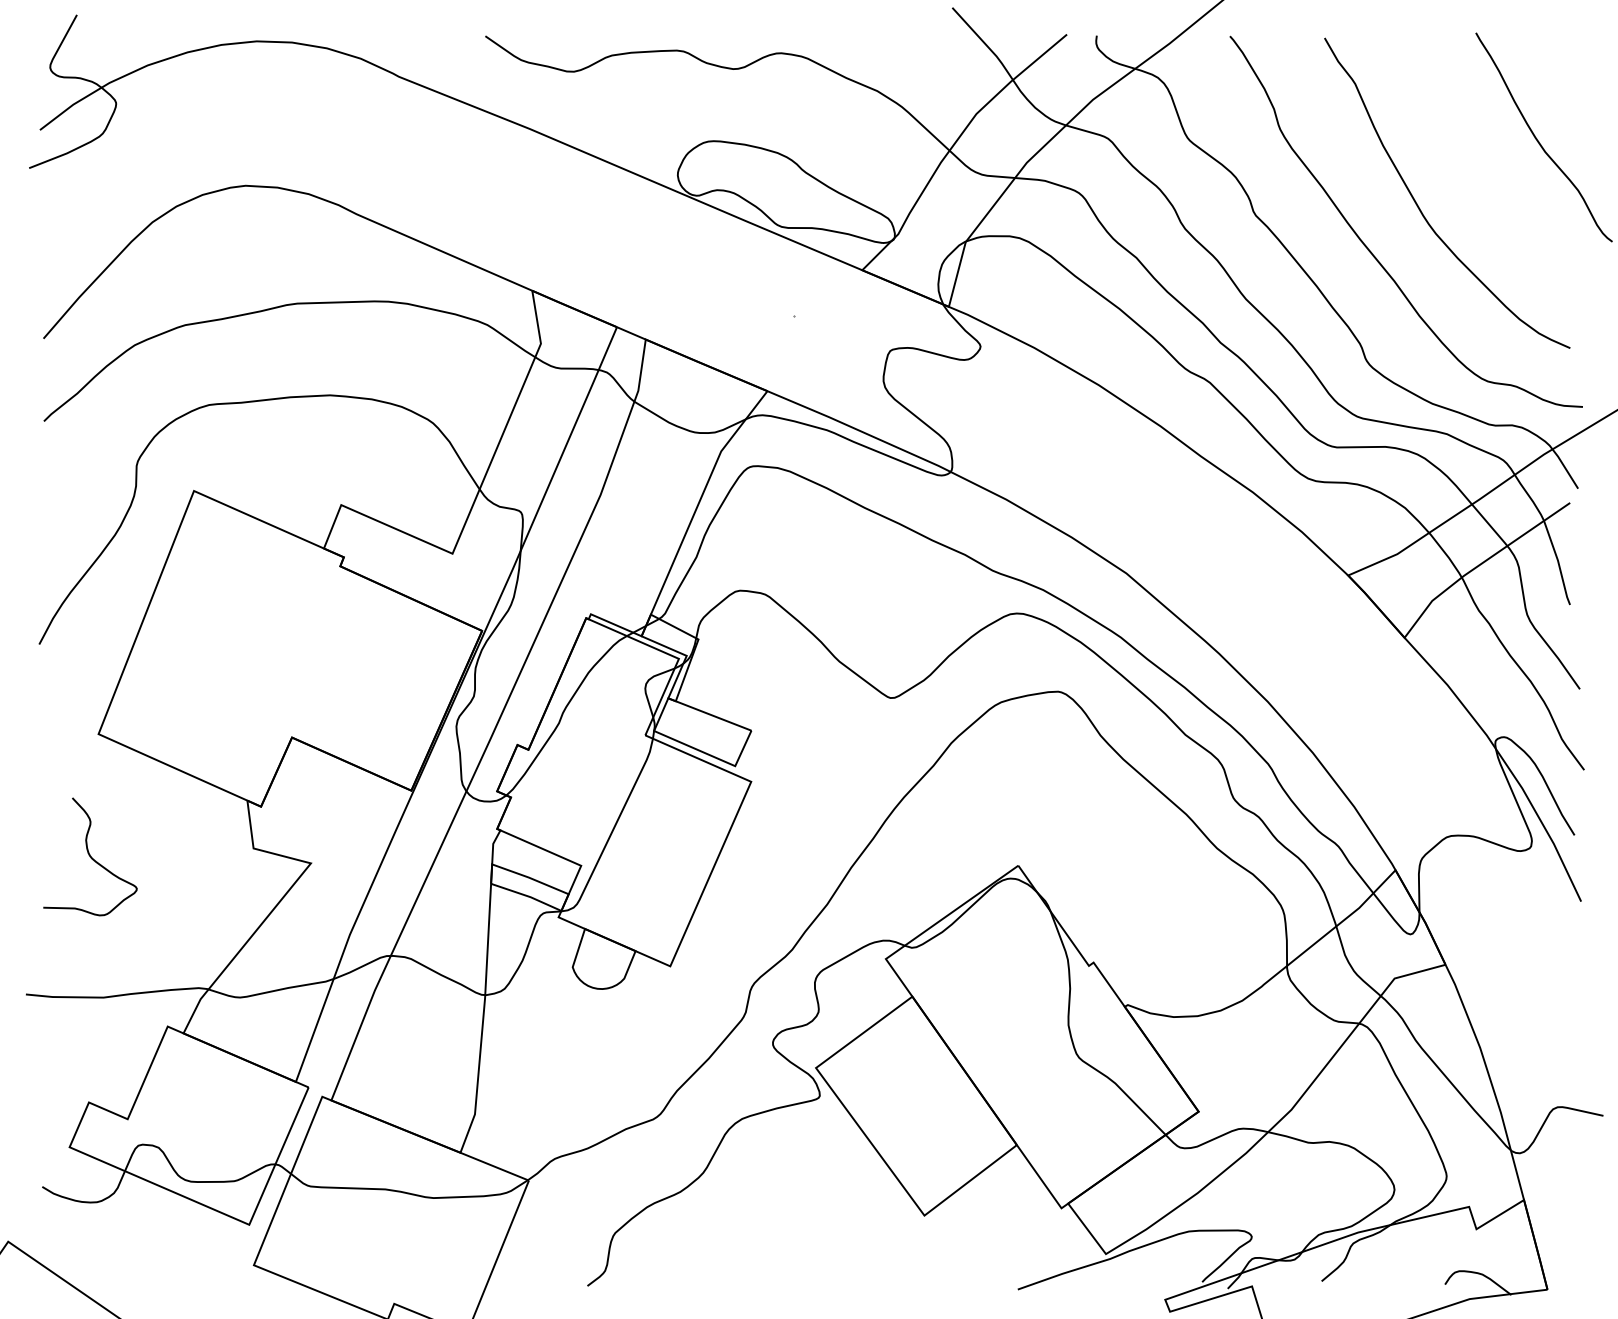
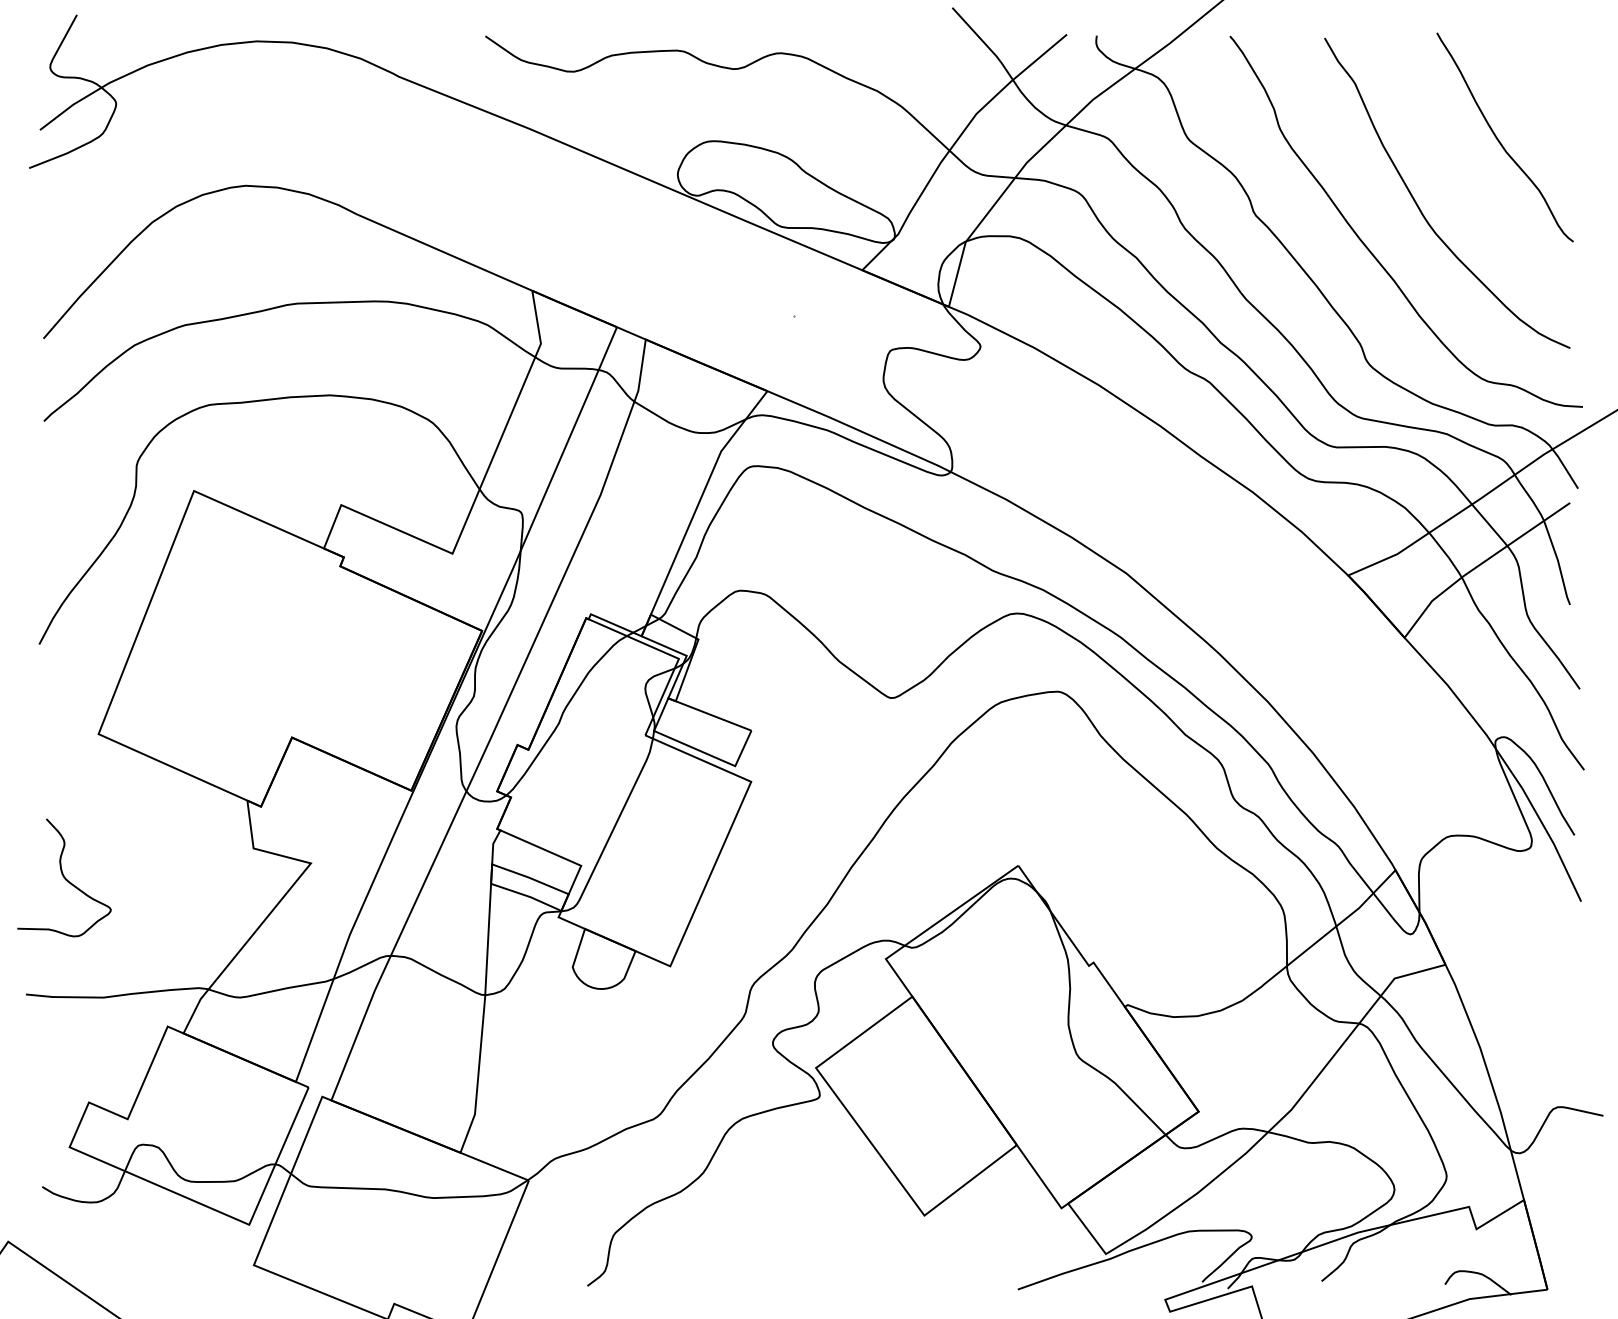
curve at (1539, 141) position: (1539, 141) -> (1500, 141)
curve at (90, 856) position: (90, 856) -> (64, 877)
